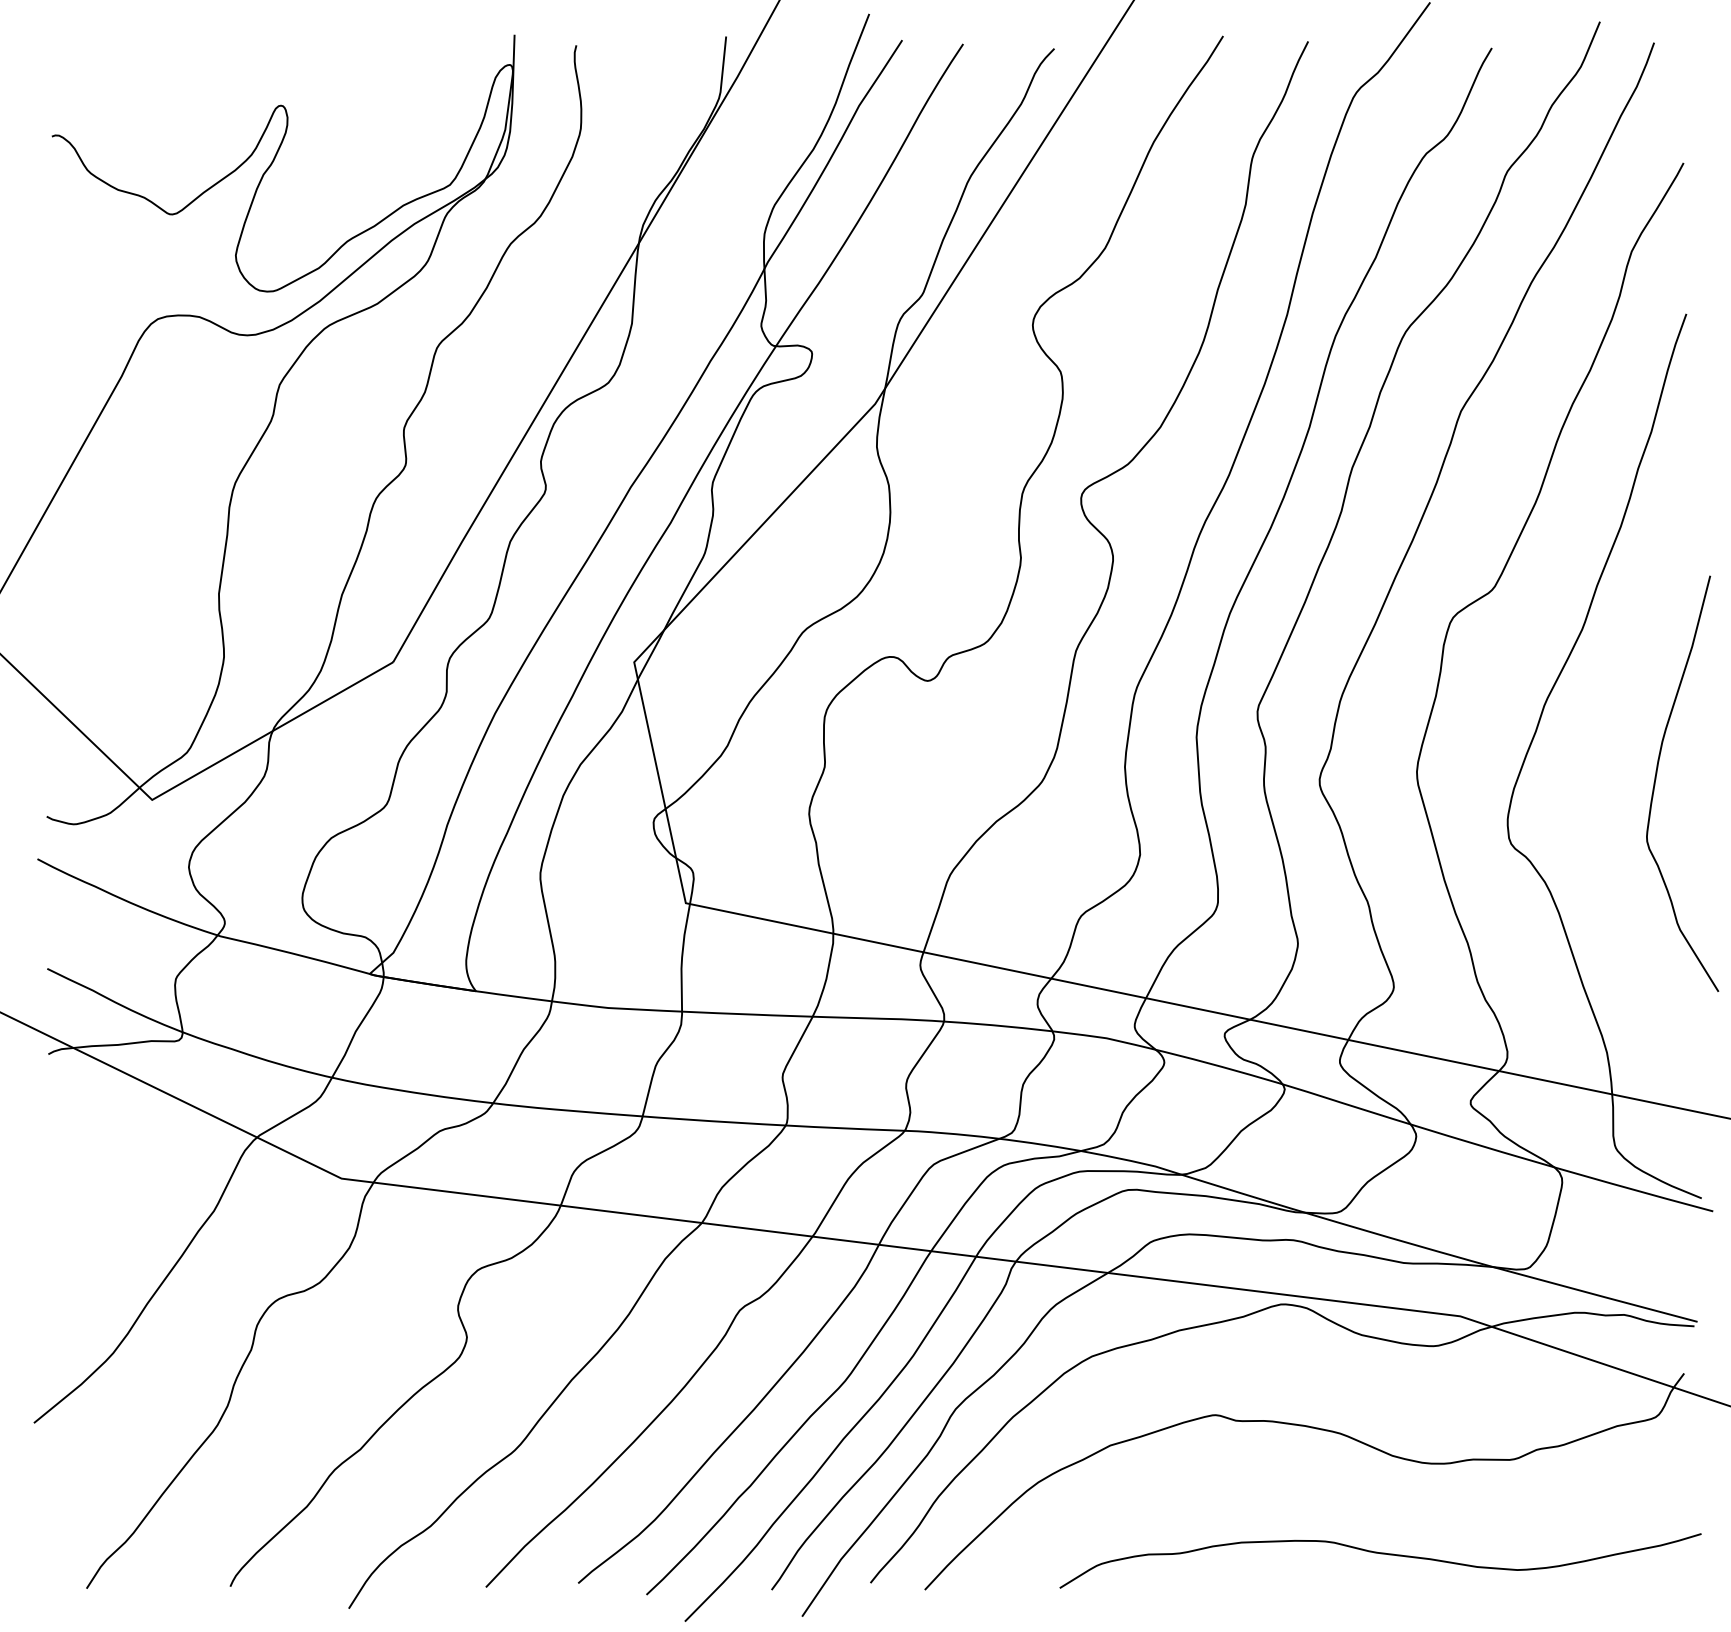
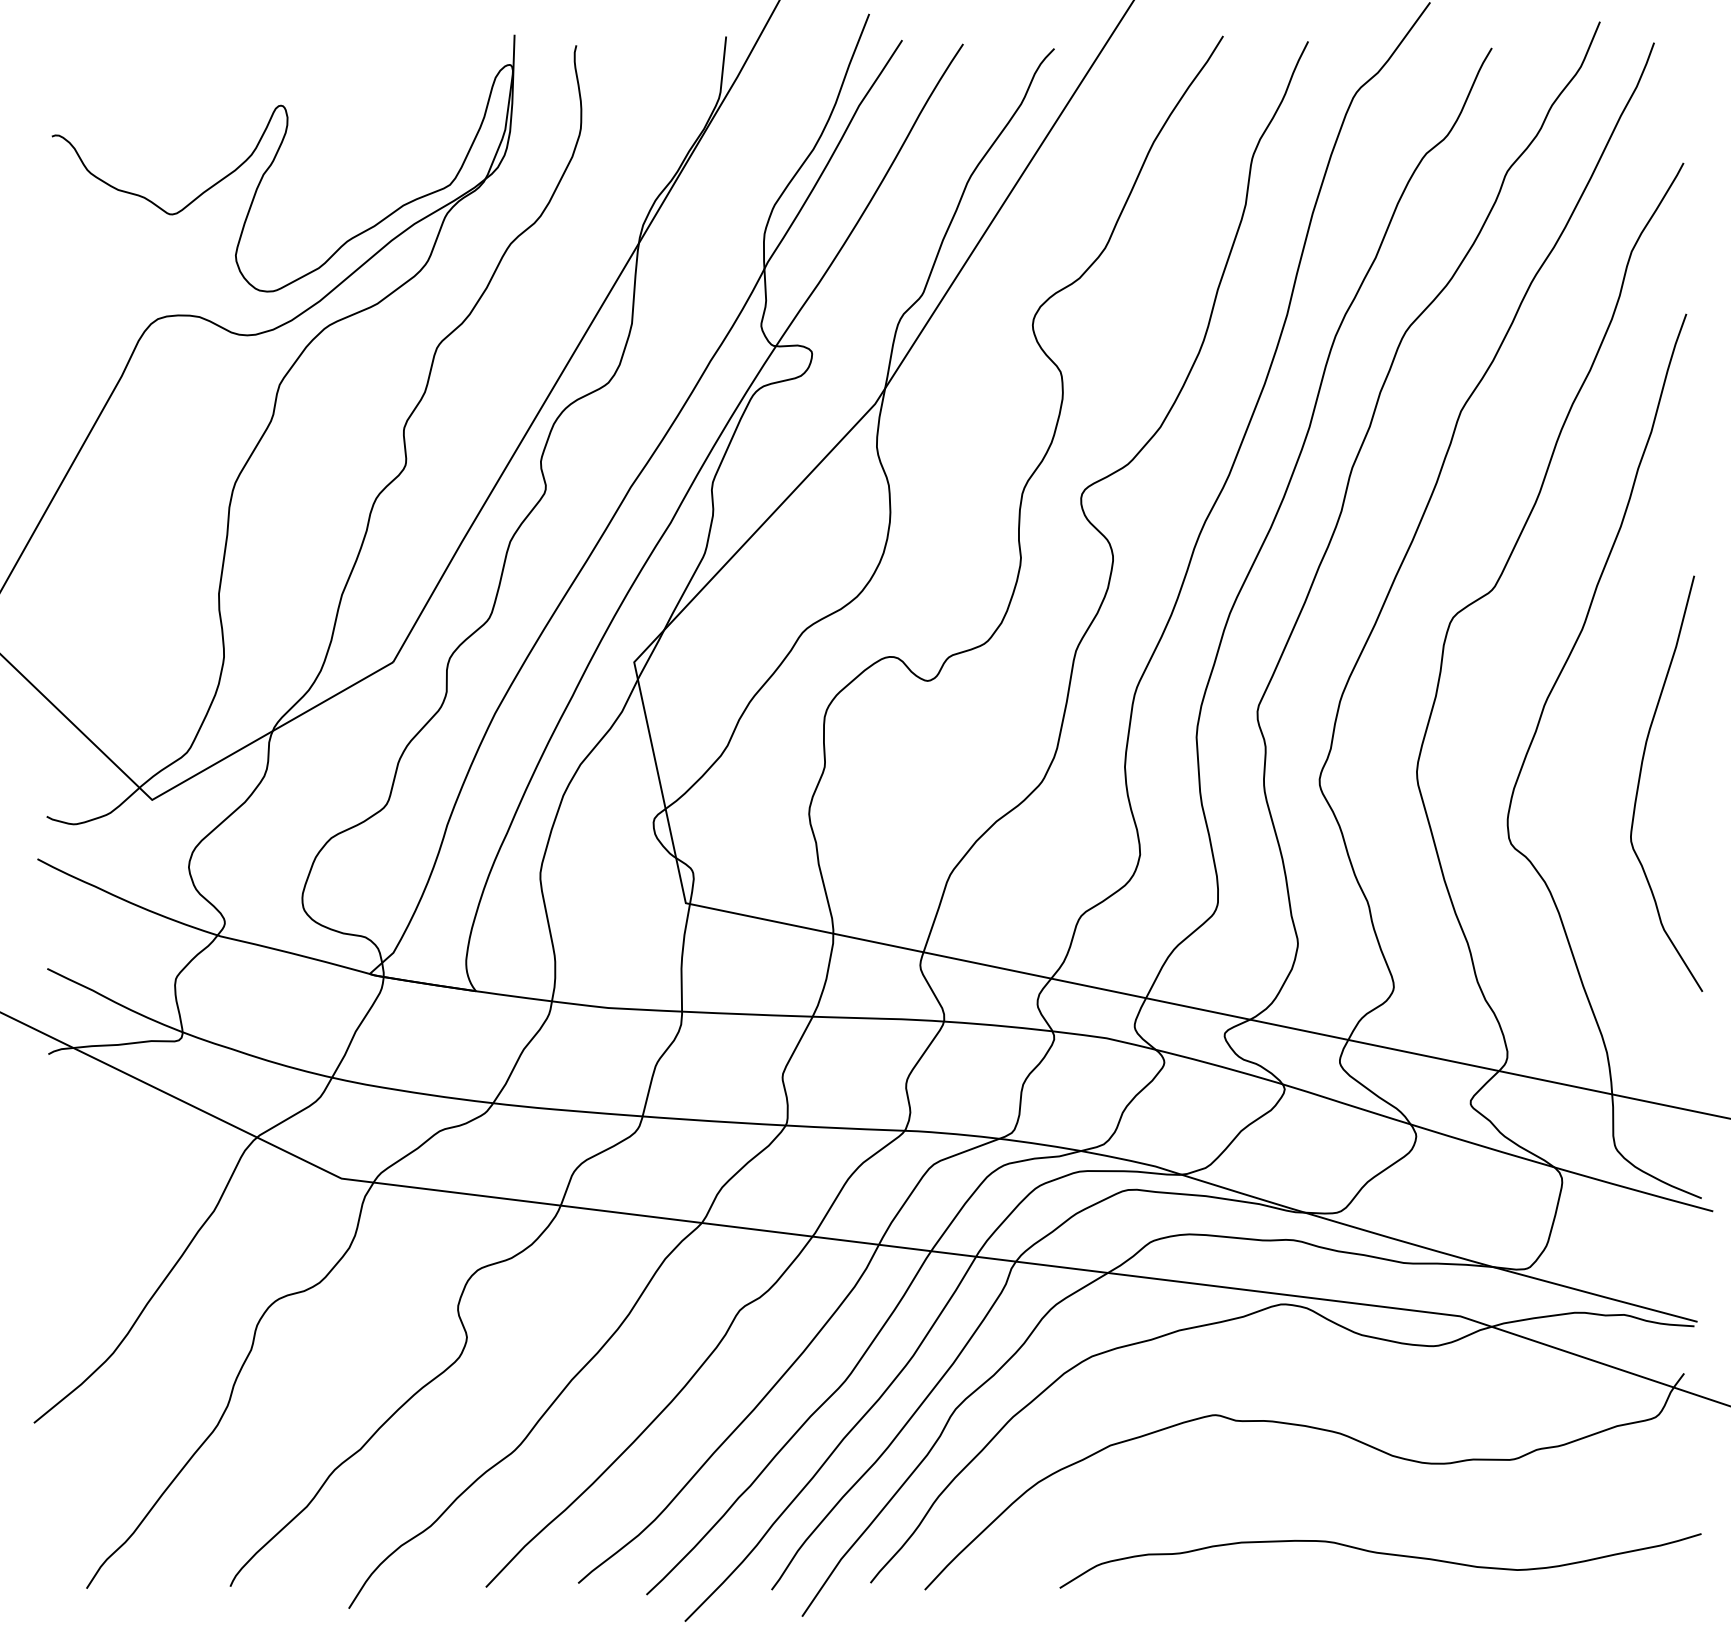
curve at (1656, 779) position: (1656, 779) -> (1640, 779)
